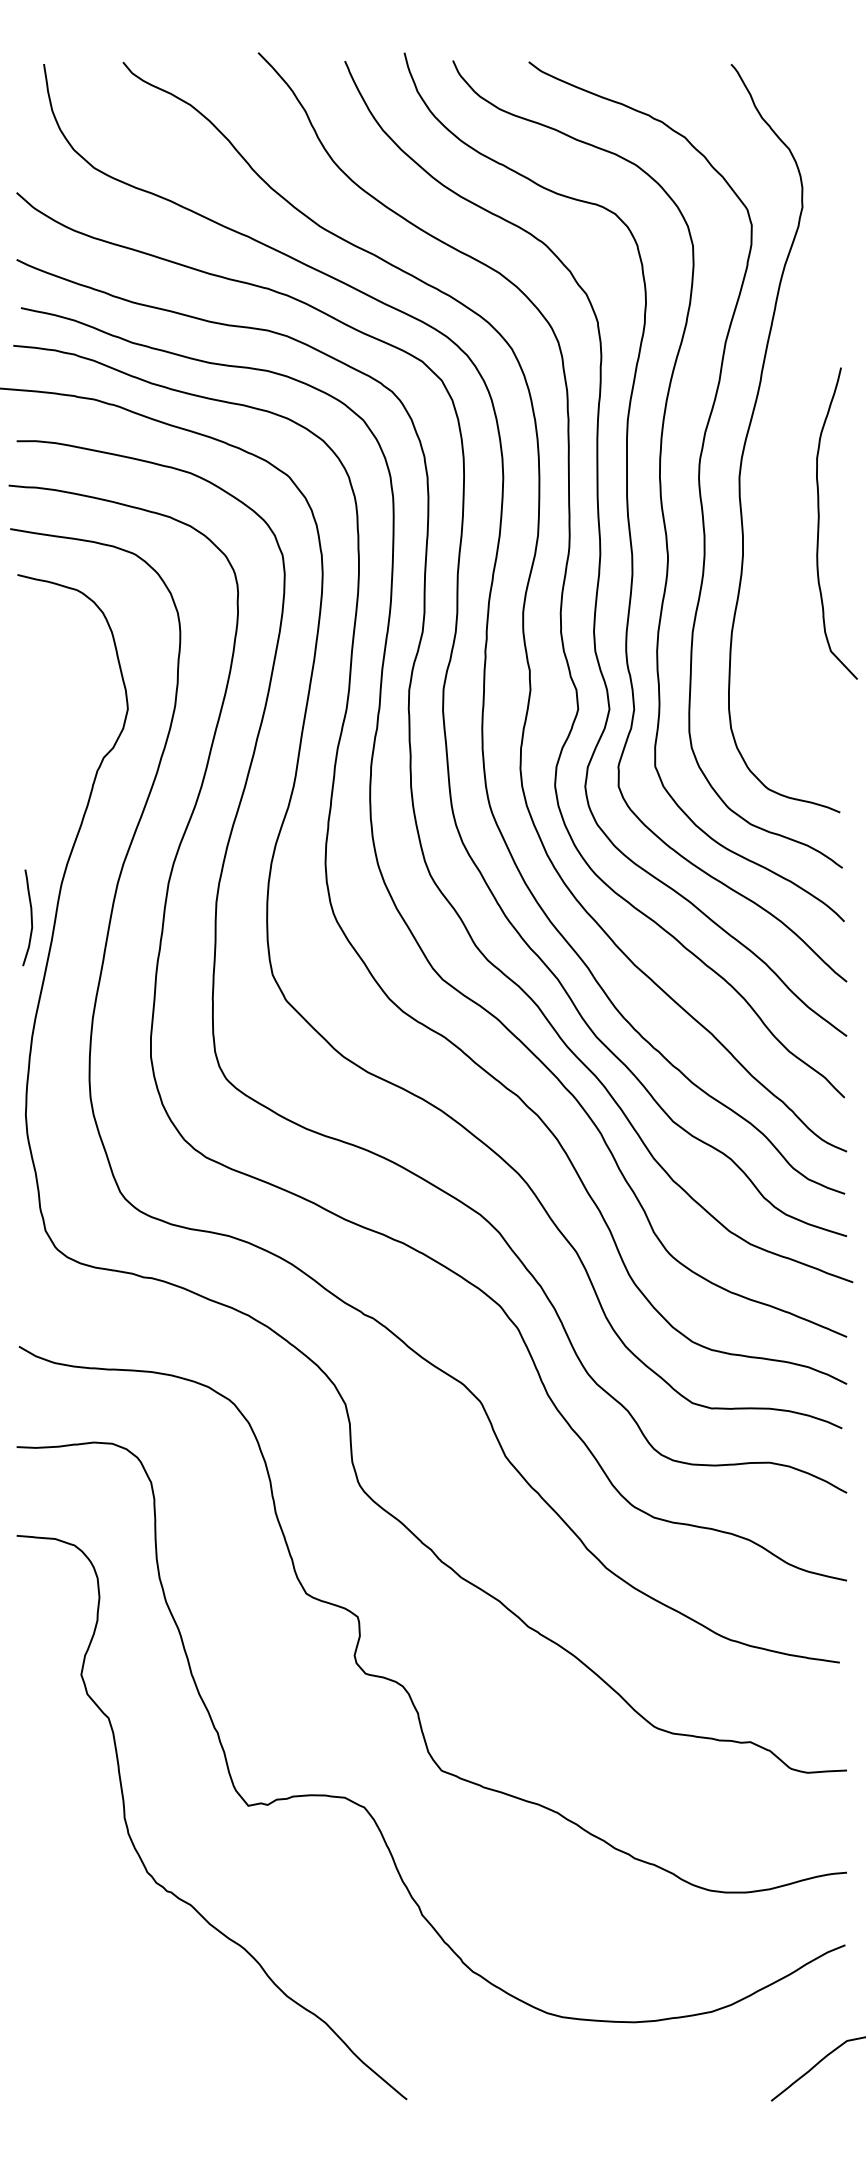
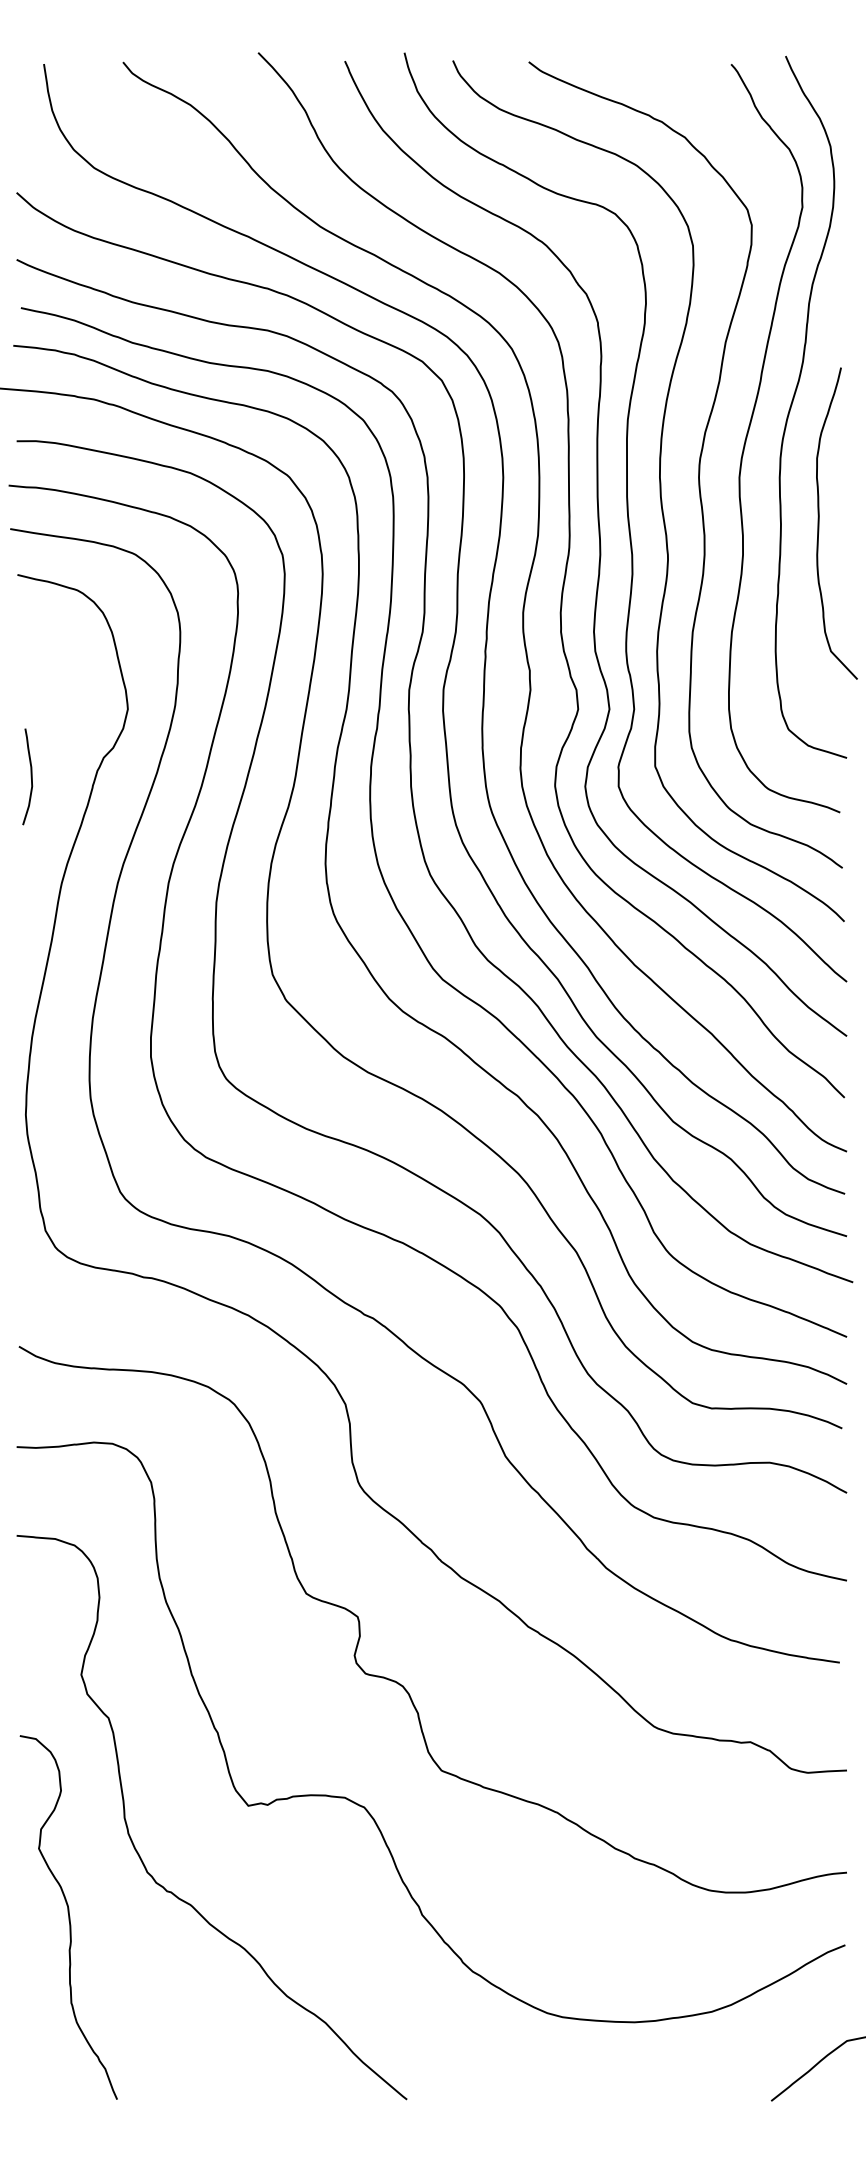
curve at (793, 402): none -> present
curve at (30, 917) position: (30, 917) -> (30, 776)
curve at (68, 1917): none -> present
